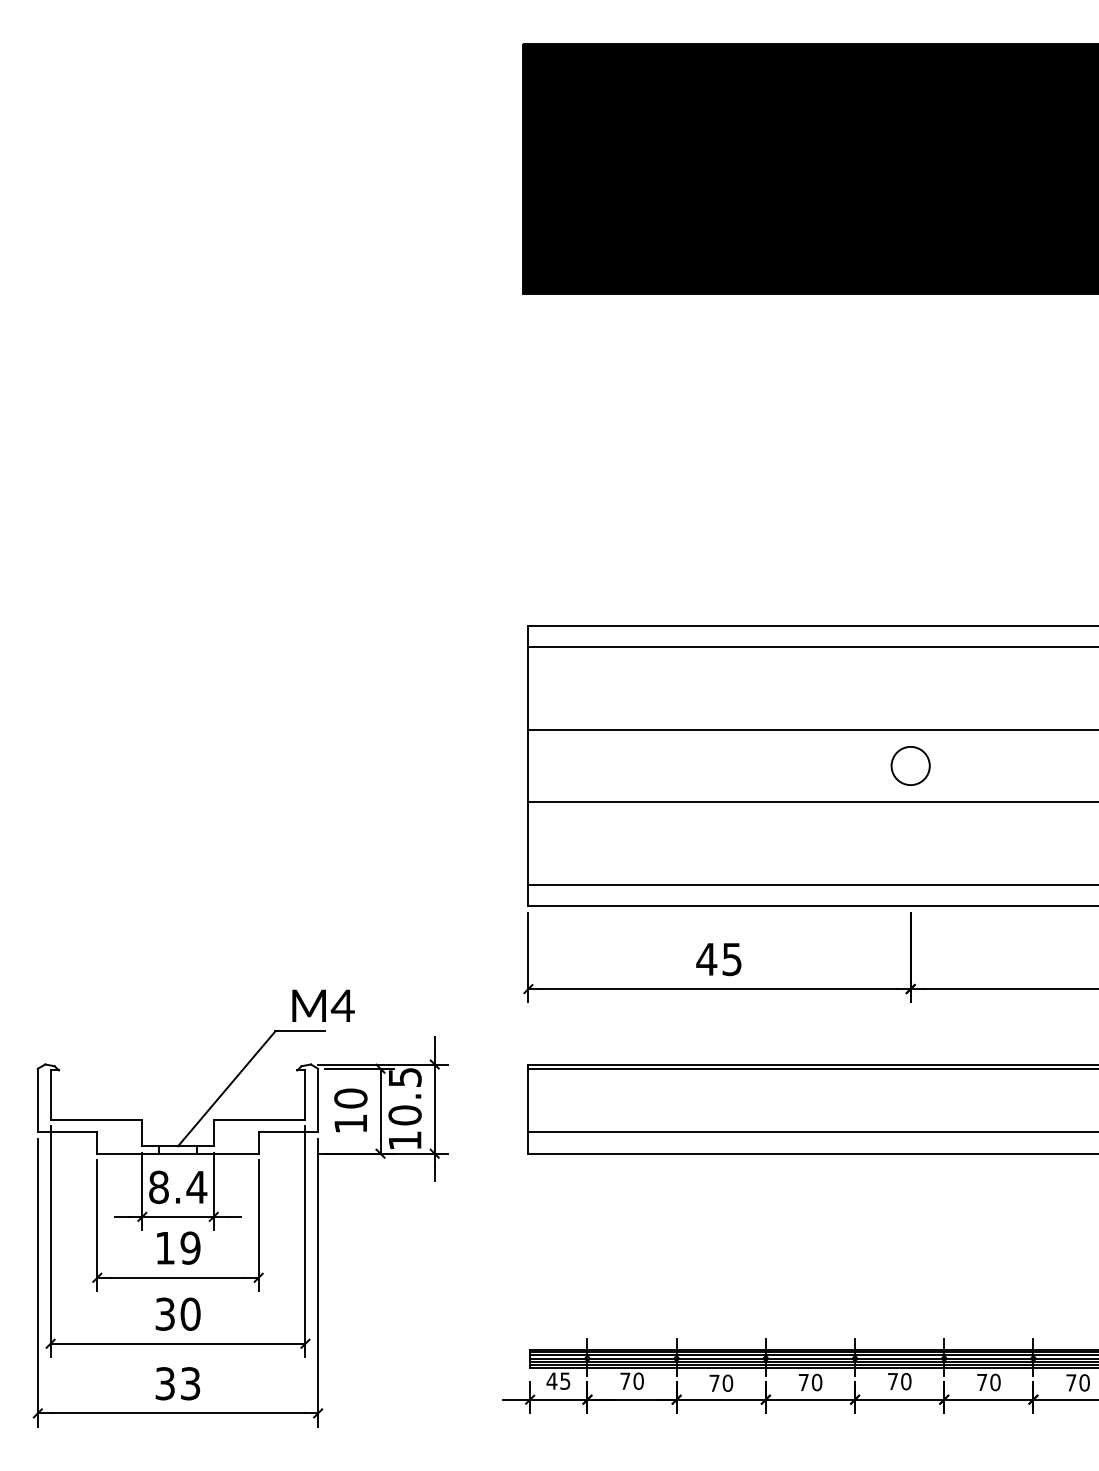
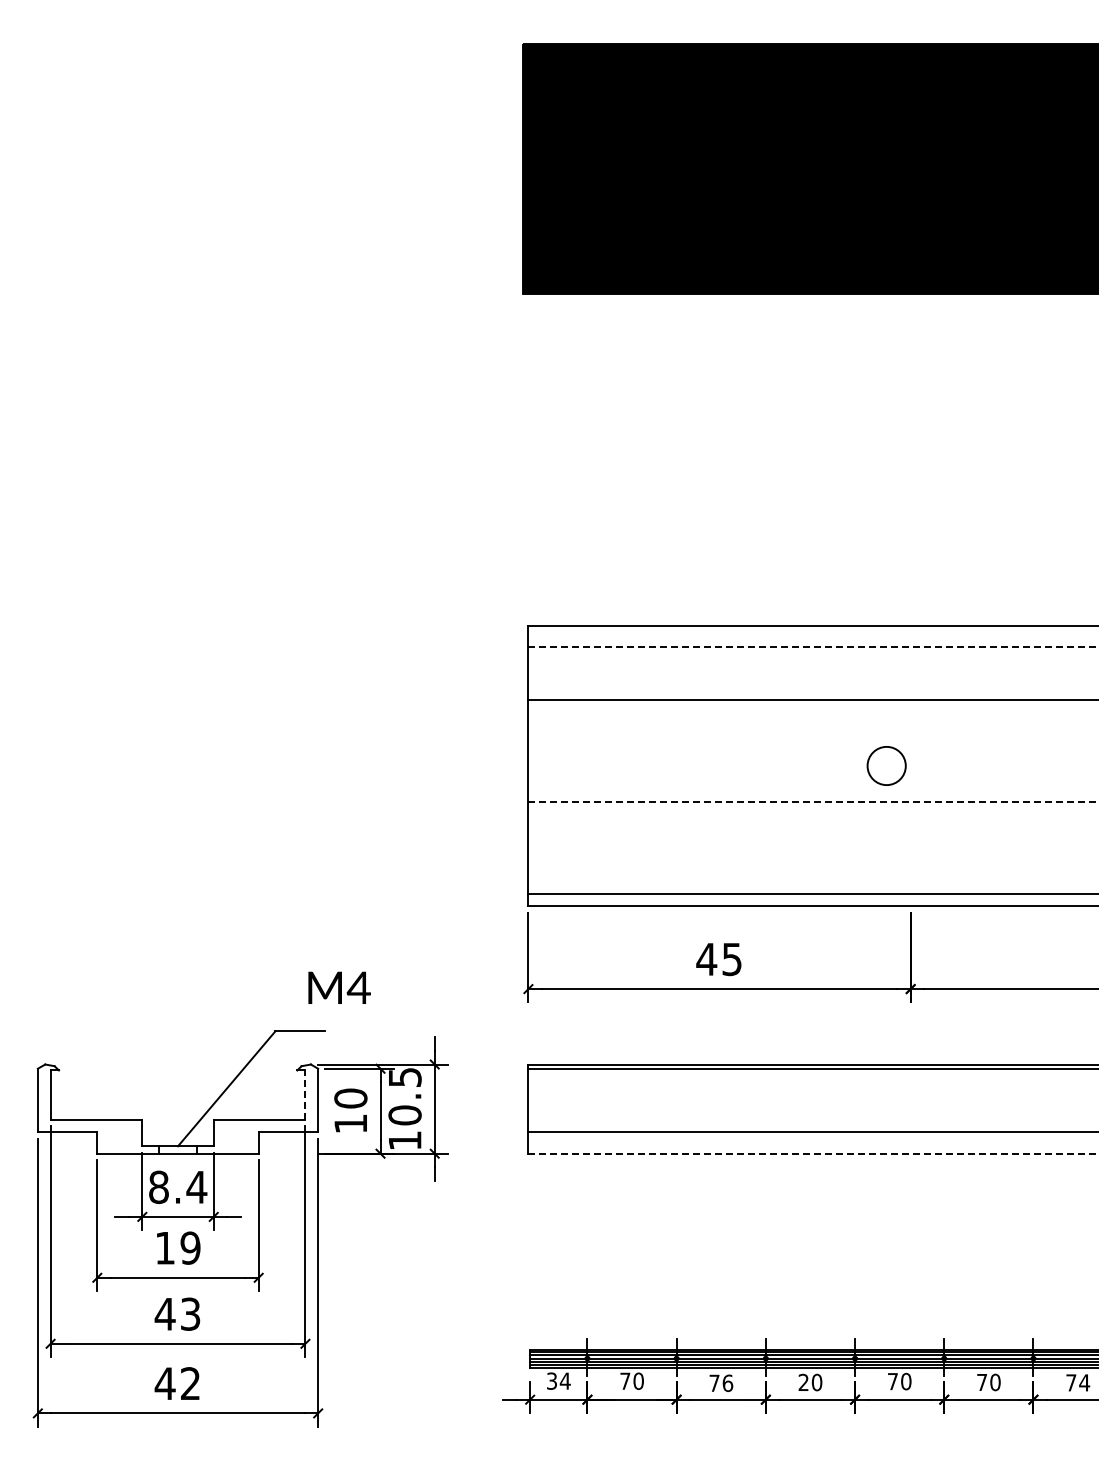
line at (813, 647): solid -> dashed
line at (811, 730) position: (811, 730) -> (811, 700)
circle at (910, 765) position: (910, 765) -> (886, 765)
line at (813, 801): solid -> dashed
line at (811, 884) position: (811, 884) -> (811, 893)
text at (323, 1005) position: (323, 1005) -> (339, 987)
line at (305, 1095): solid -> dashed
line at (813, 1153): solid -> dashed
text at (177, 1313): 30 -> 43
text at (558, 1380): 45 -> 34
text at (803, 1381): 70 -> 20
text at (727, 1382): 70 -> 76
text at (1084, 1382): 70 -> 74
text at (177, 1383): 33 -> 42
